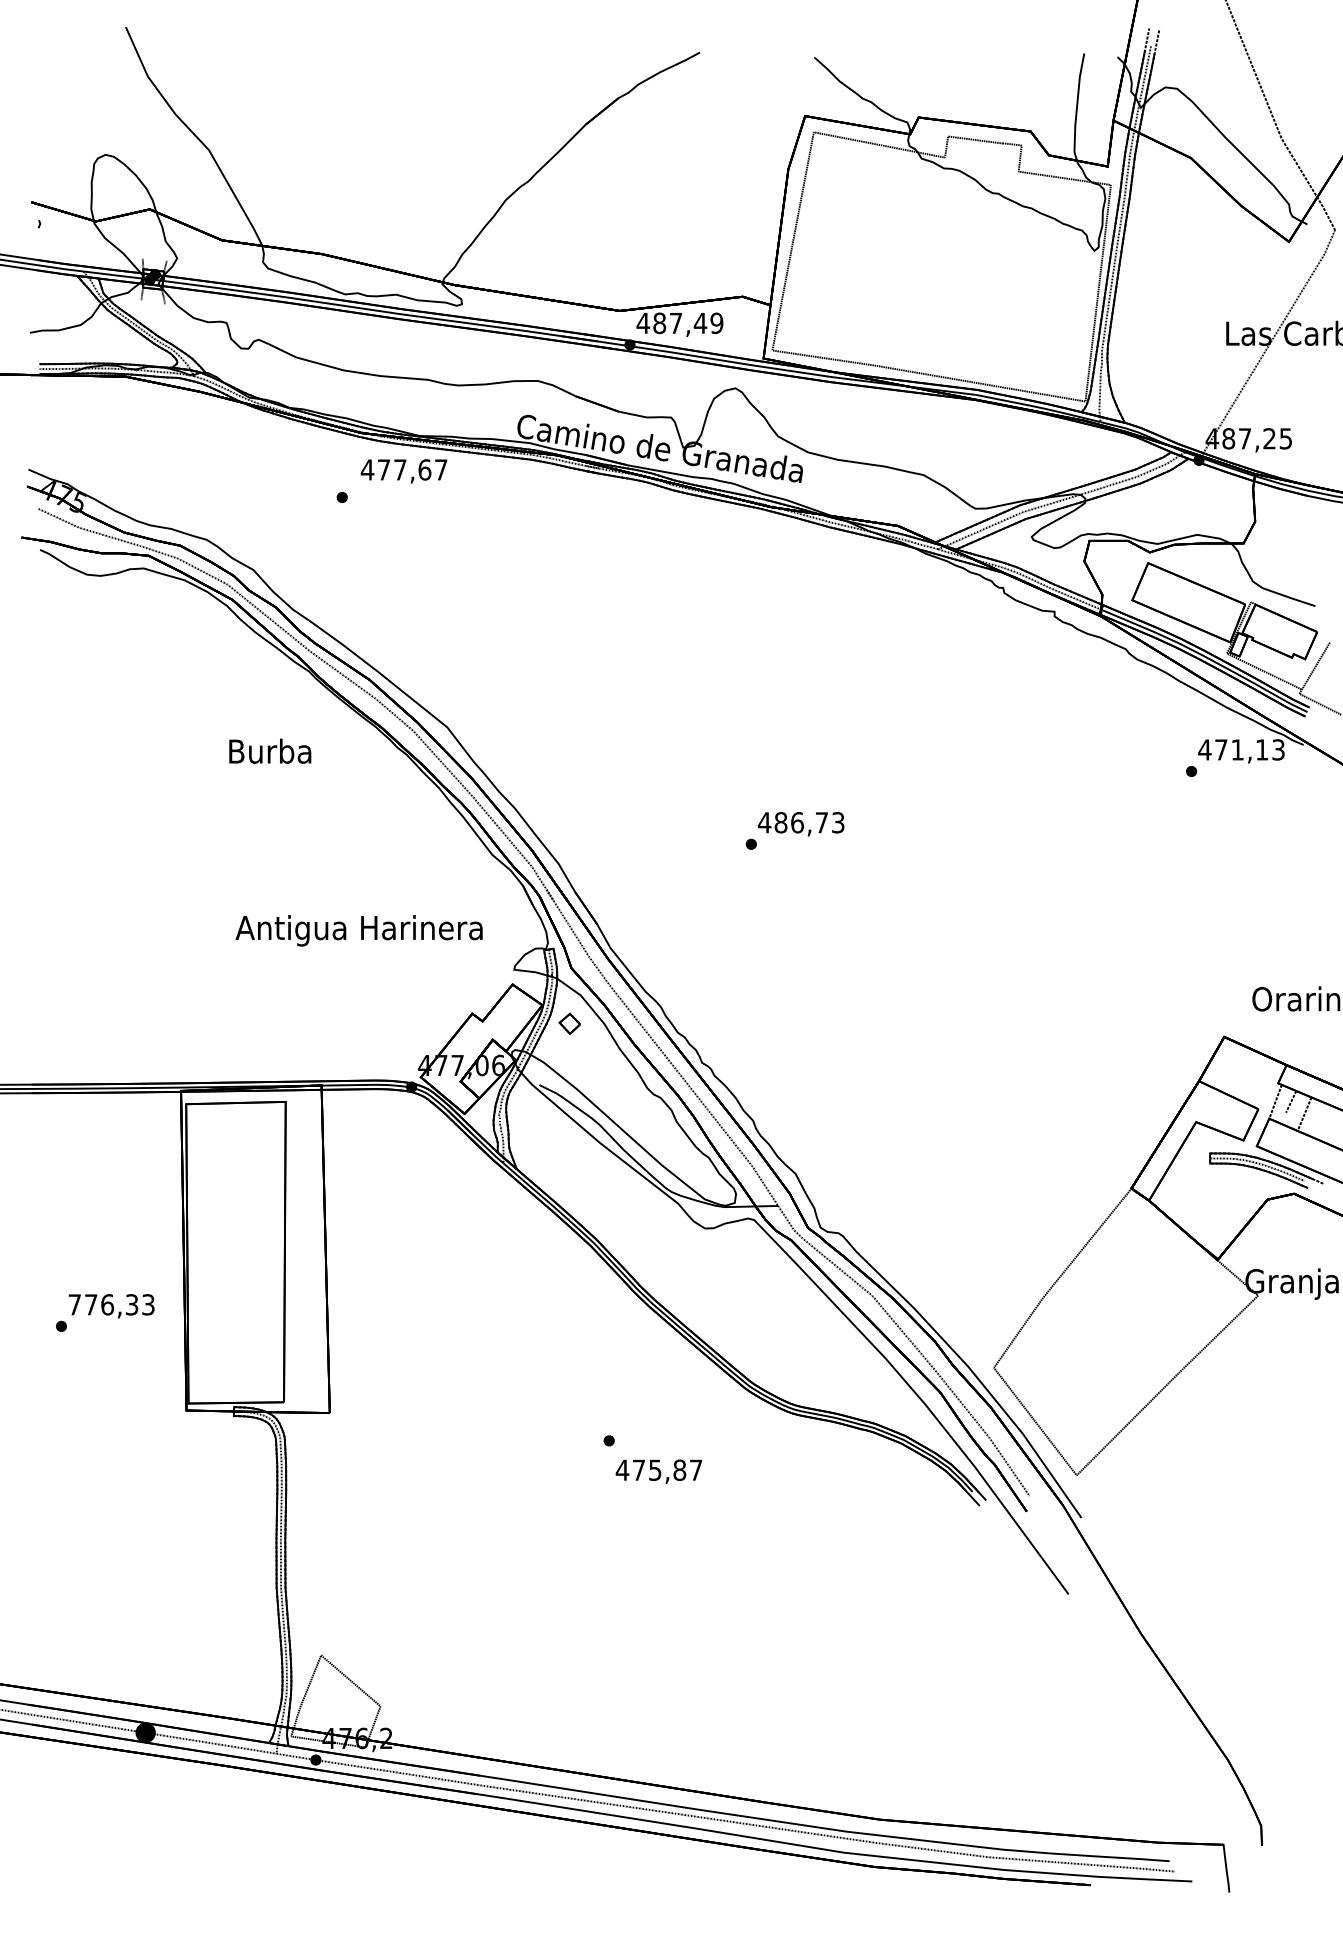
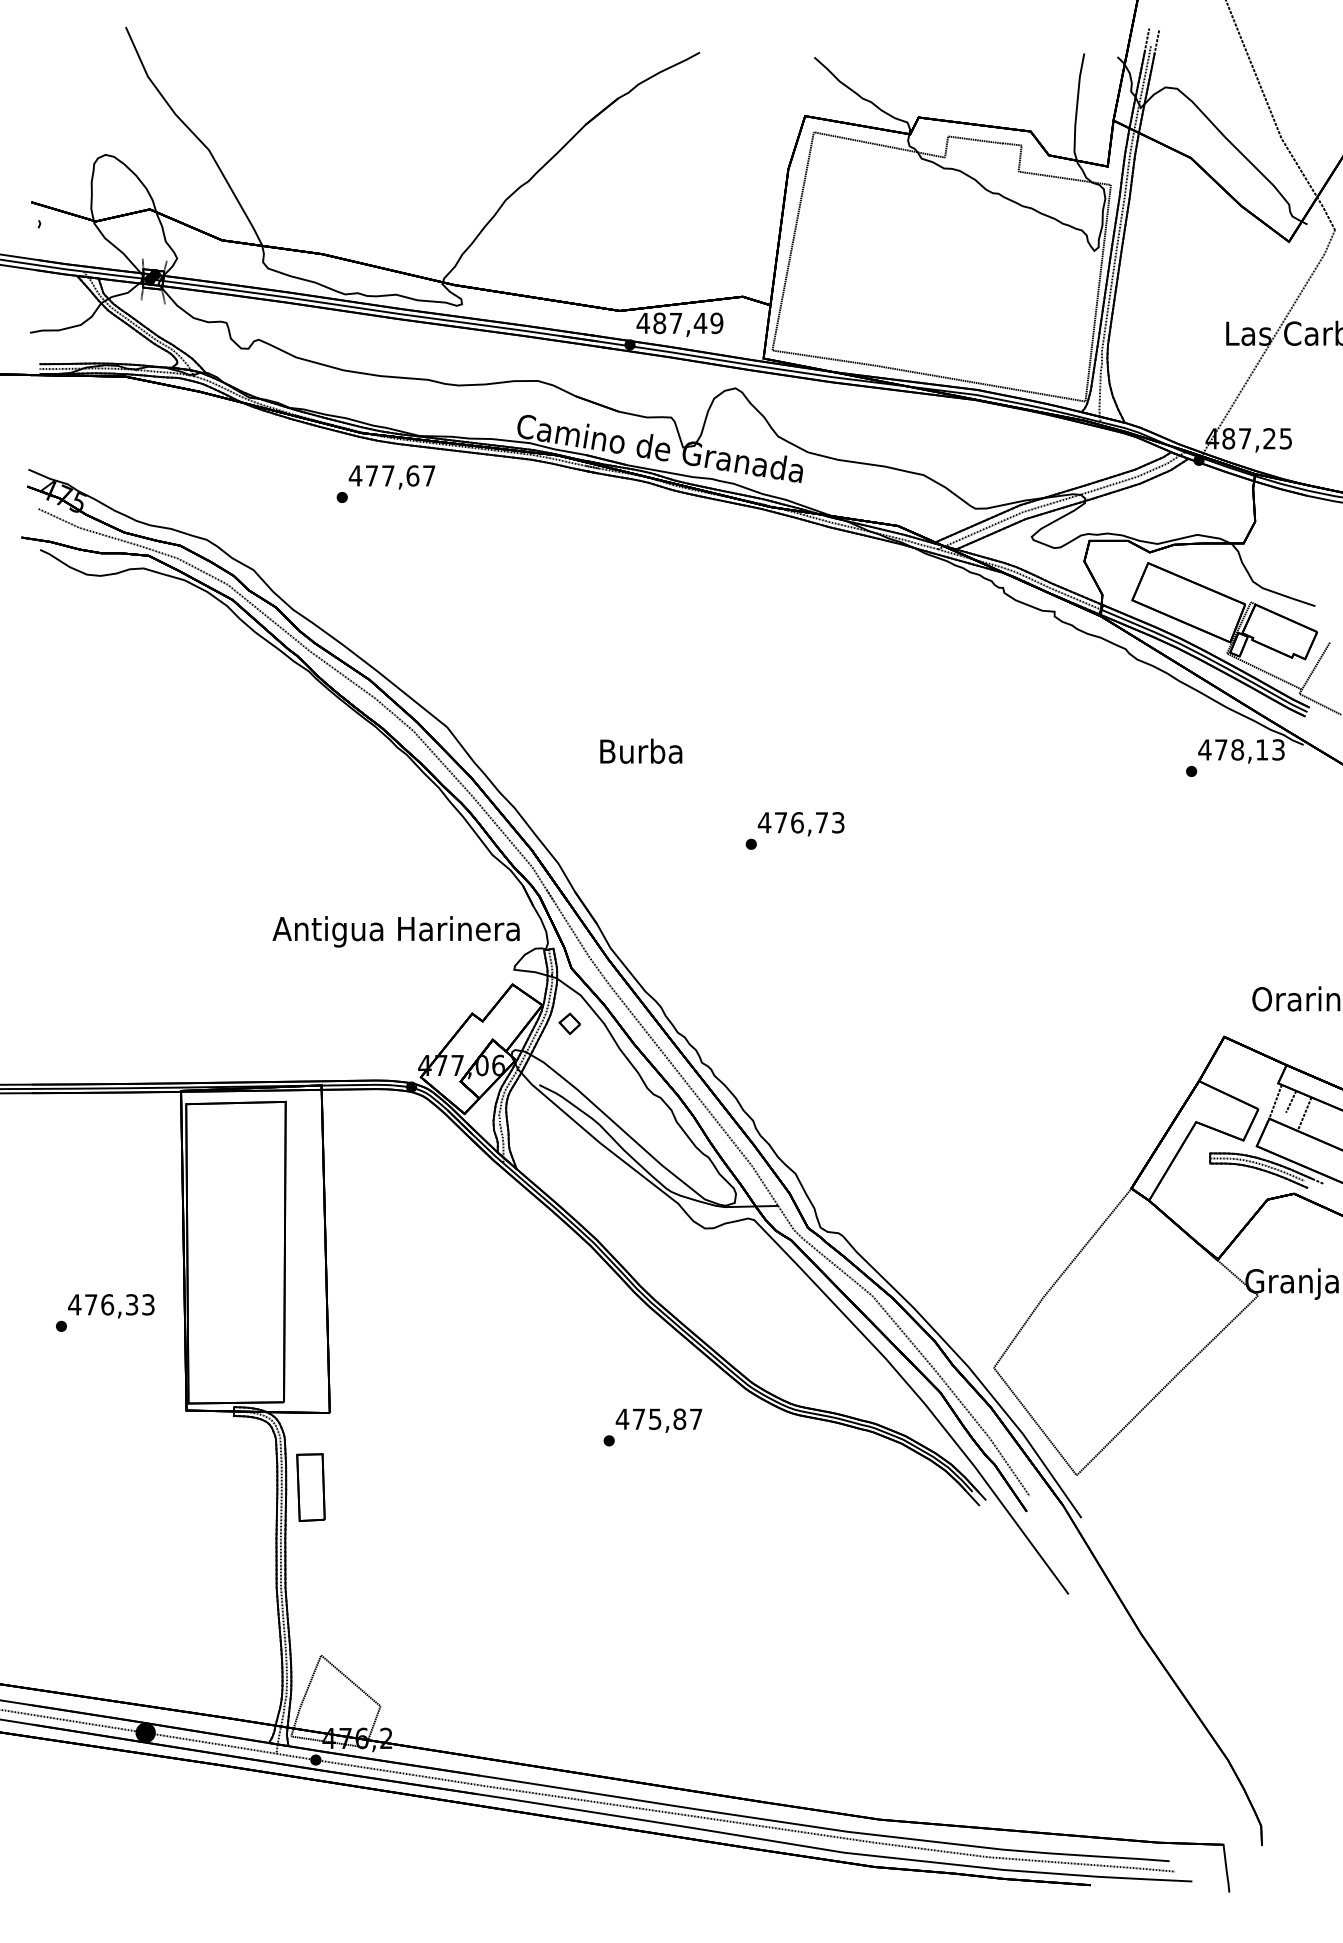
text at (403, 471) position: (403, 471) -> (391, 477)
text at (1237, 749): 471,13 -> 478,13
text at (270, 750) position: (270, 750) -> (641, 750)
text at (780, 822): 486,73 -> 476,73
text at (358, 930) position: (358, 930) -> (395, 931)
text at (74, 1304): 776,33 -> 476,33
text at (658, 1471) position: (658, 1471) -> (658, 1420)
part at (310, 1487): none -> present
